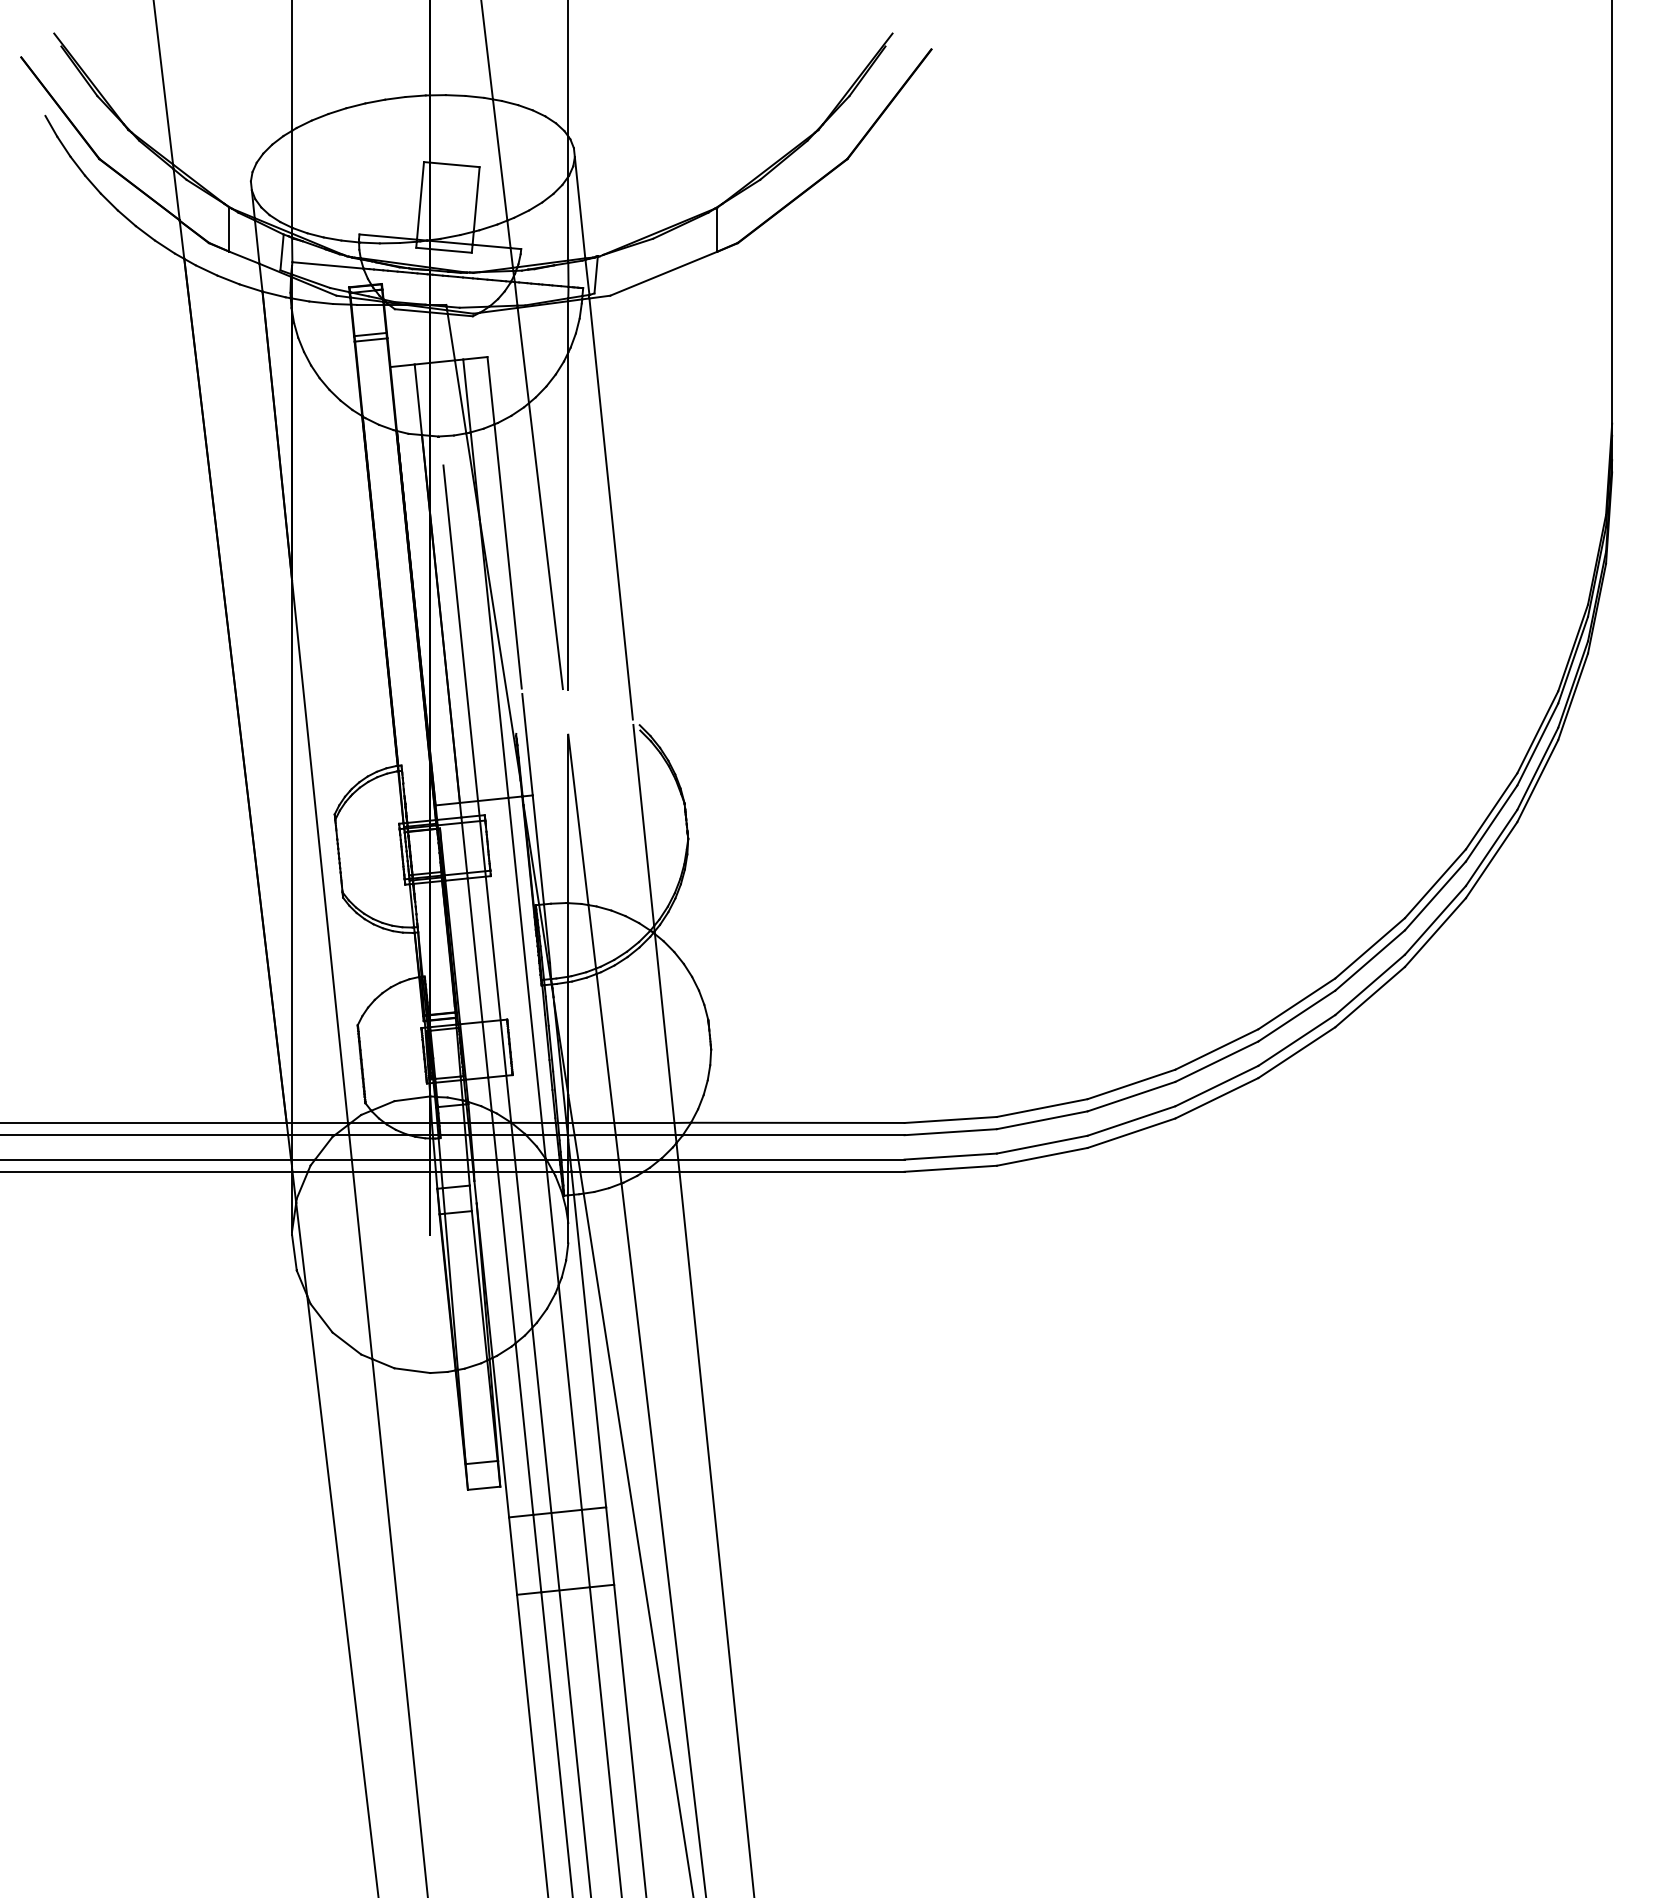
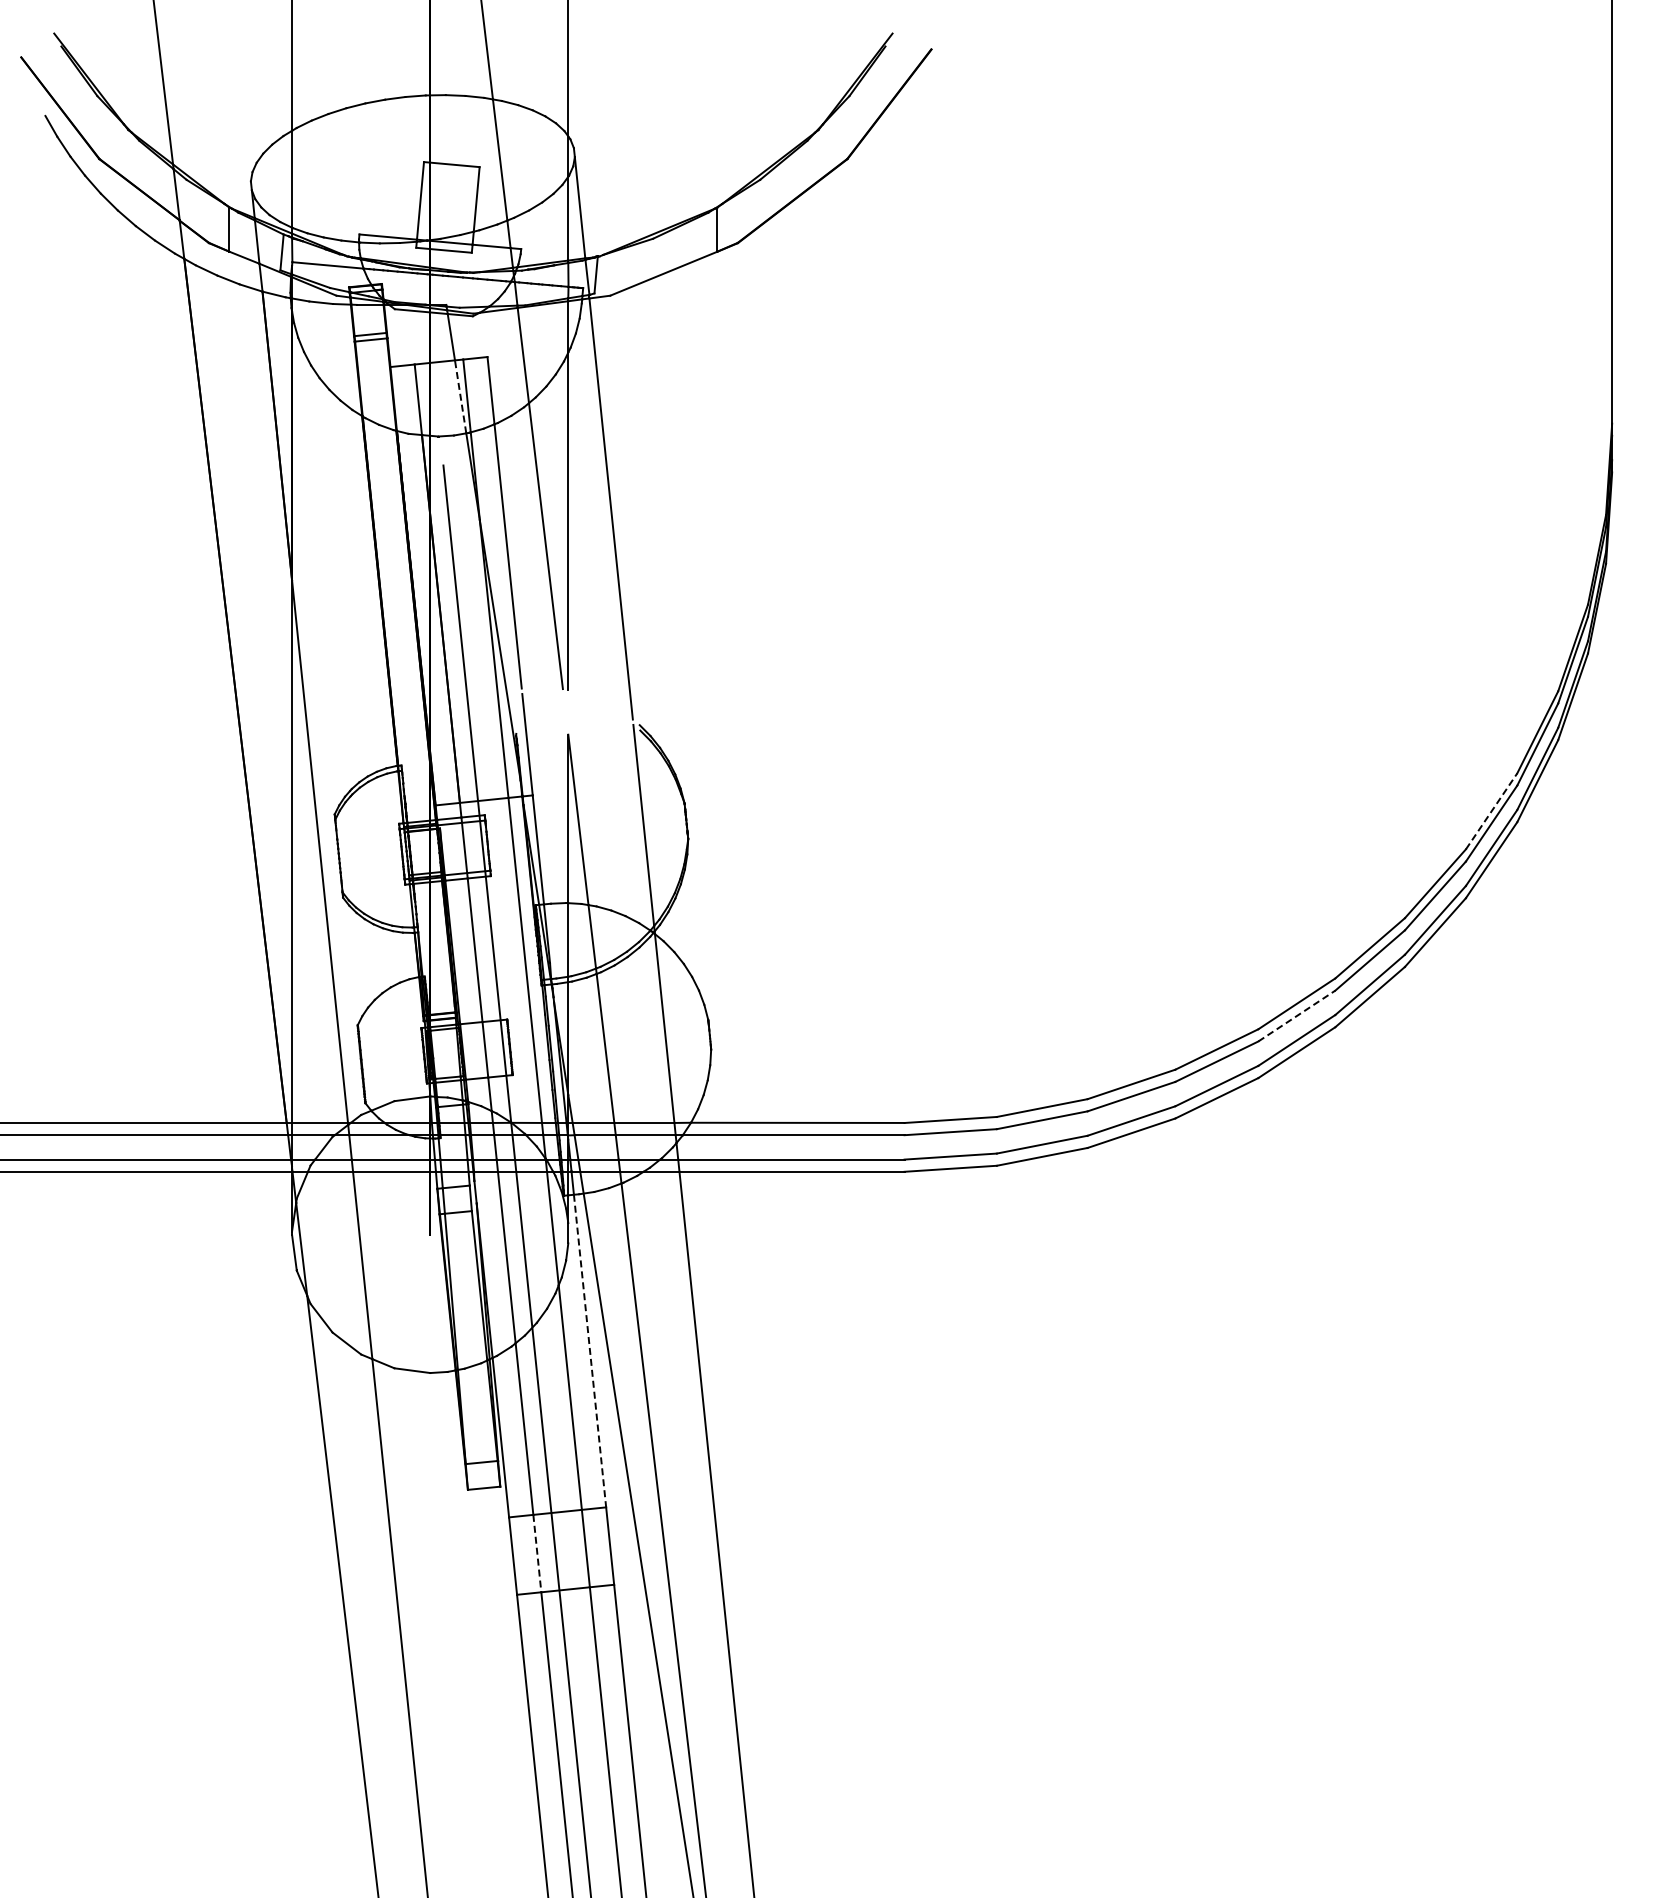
line at (460, 396): solid -> dashed
line at (1491, 811): solid -> dashed
line at (1297, 1015): solid -> dashed
line at (590, 1351): solid -> dashed
line at (537, 1553): solid -> dashed
